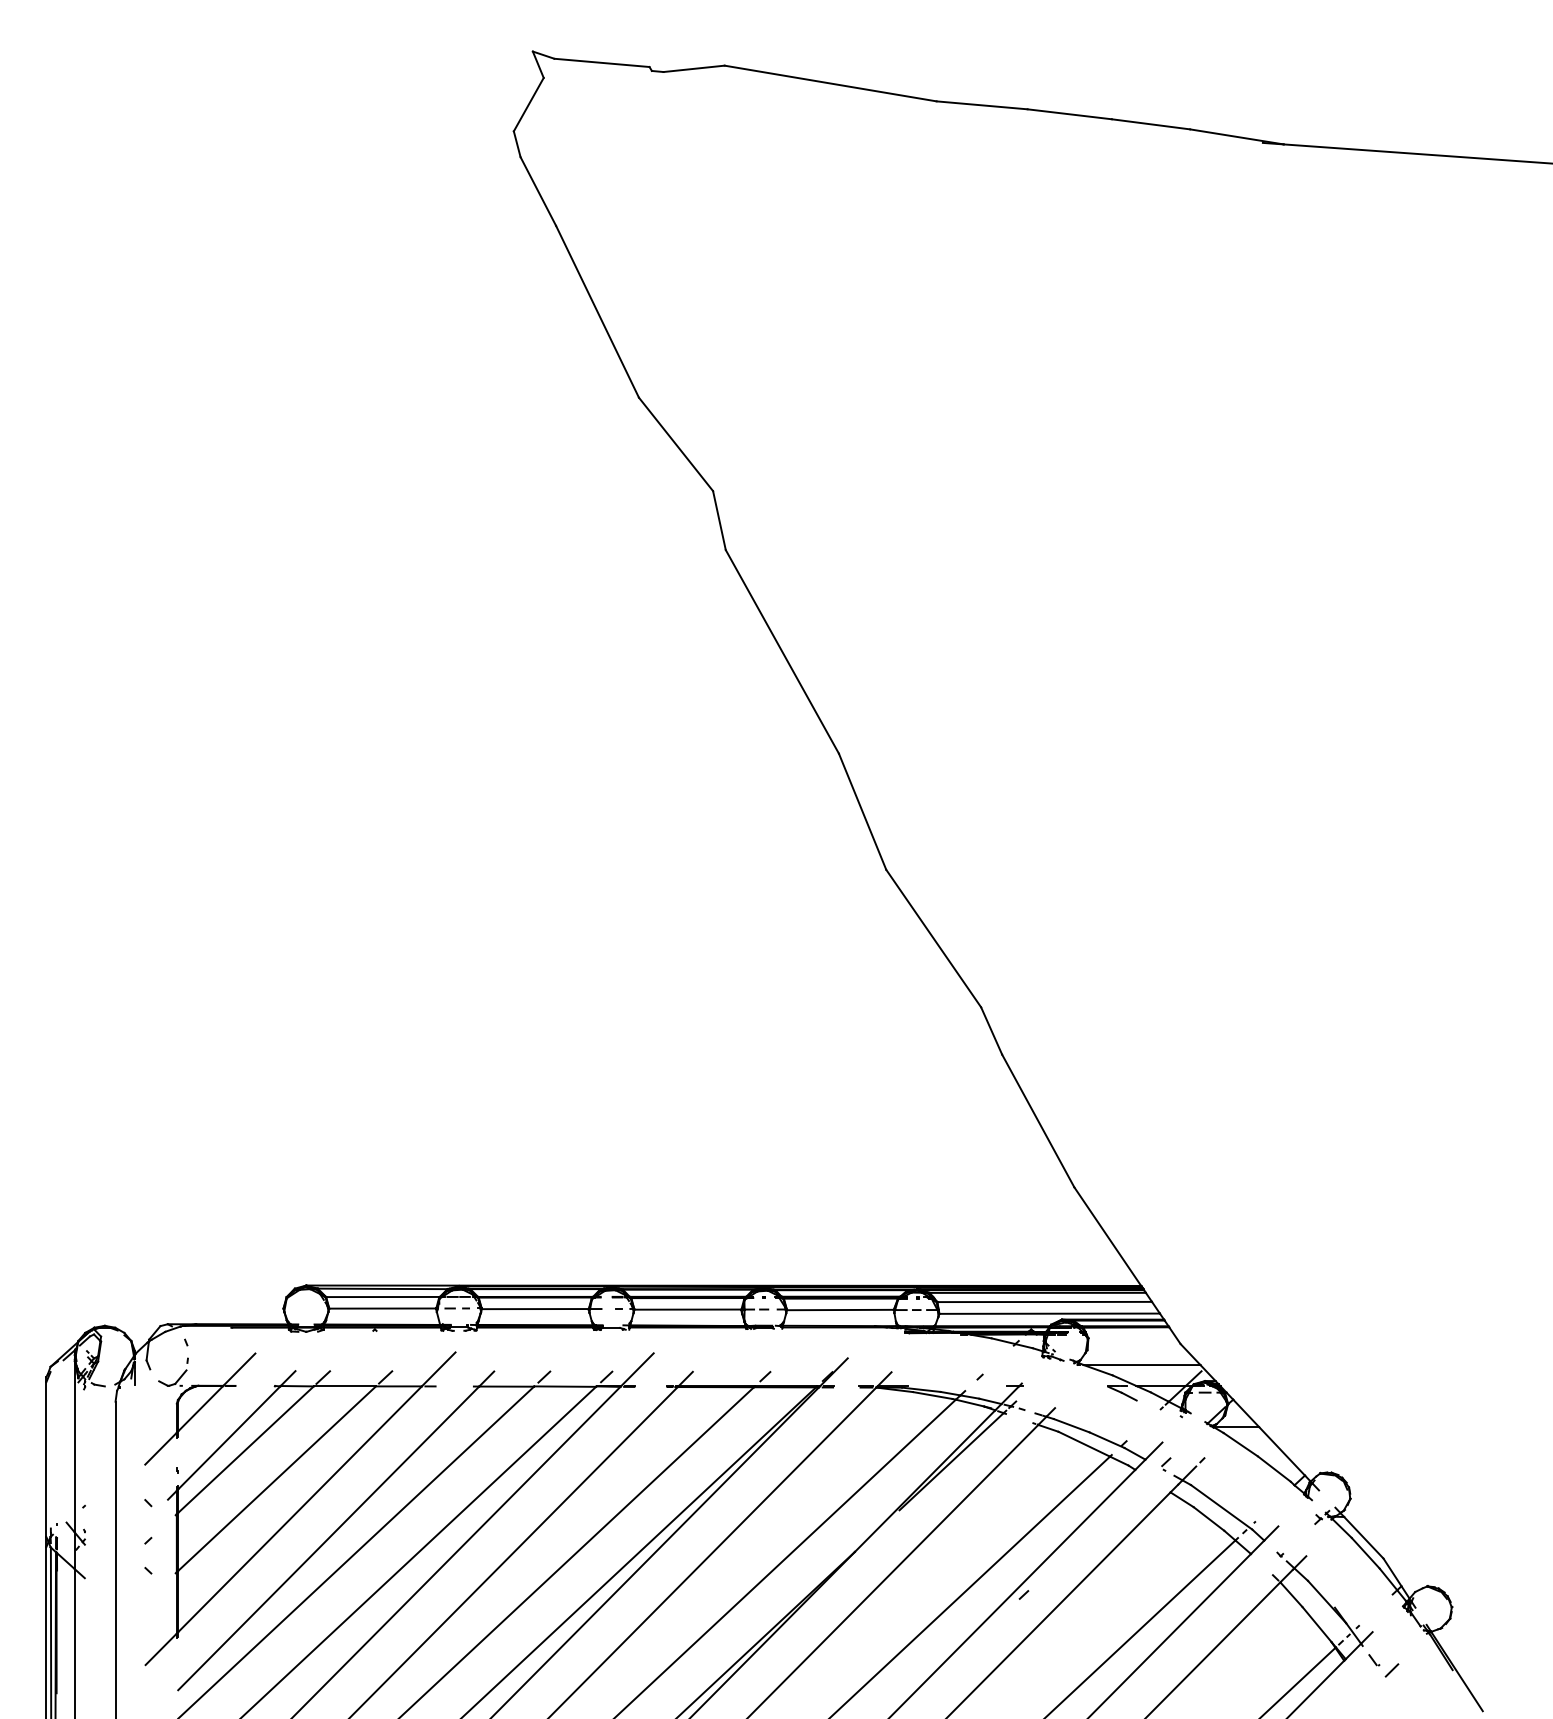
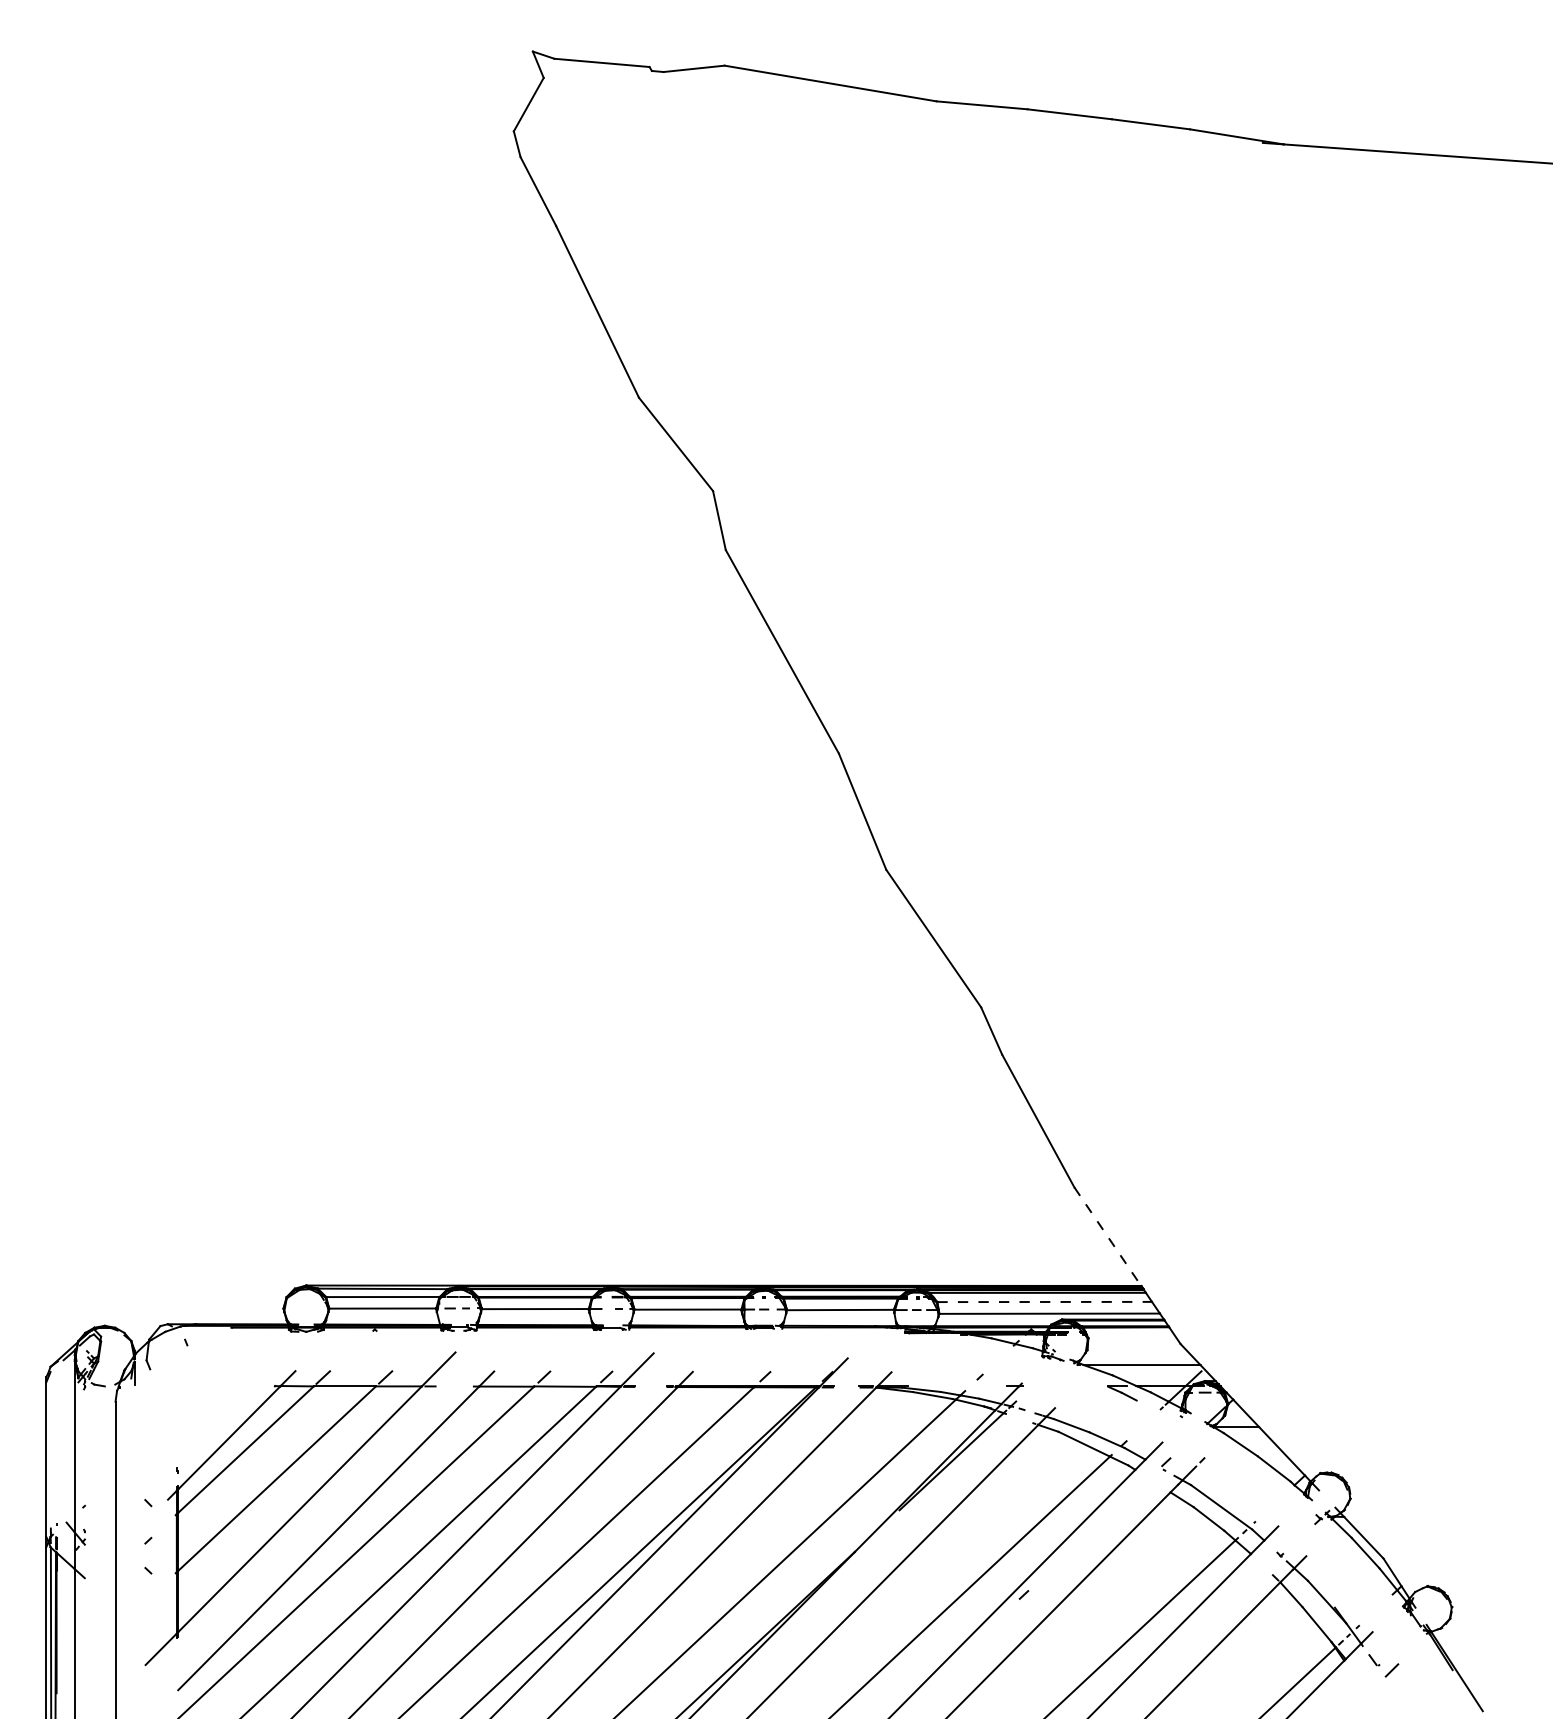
line at (1107, 1236): solid -> dashed
line at (1045, 1301): solid -> dashed
part at (200, 1408): present -> none
